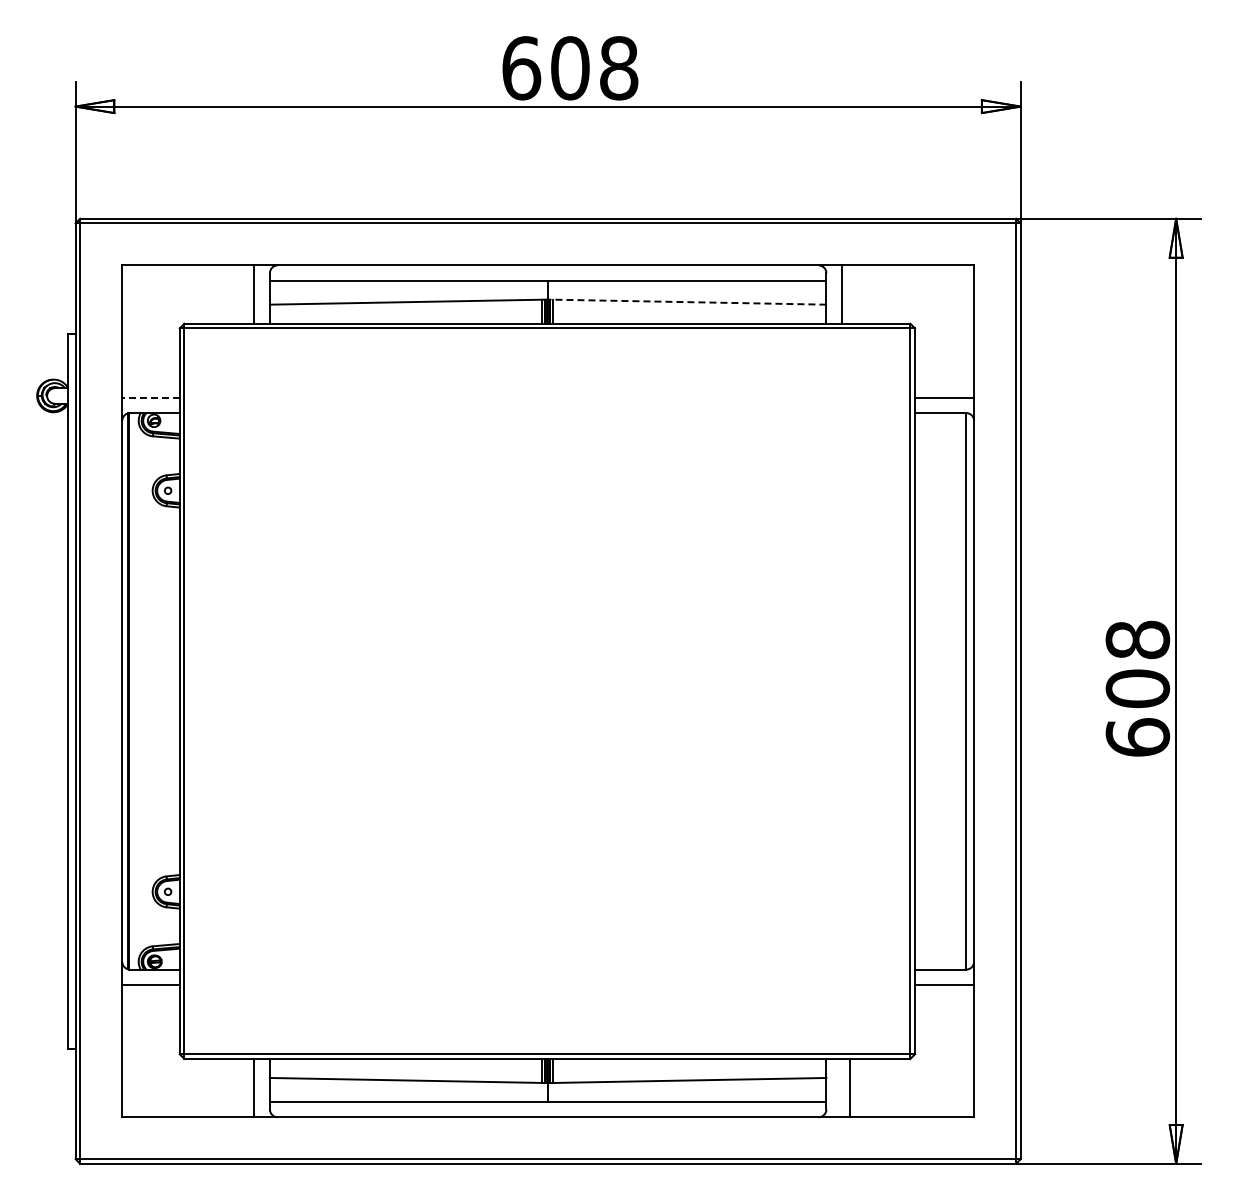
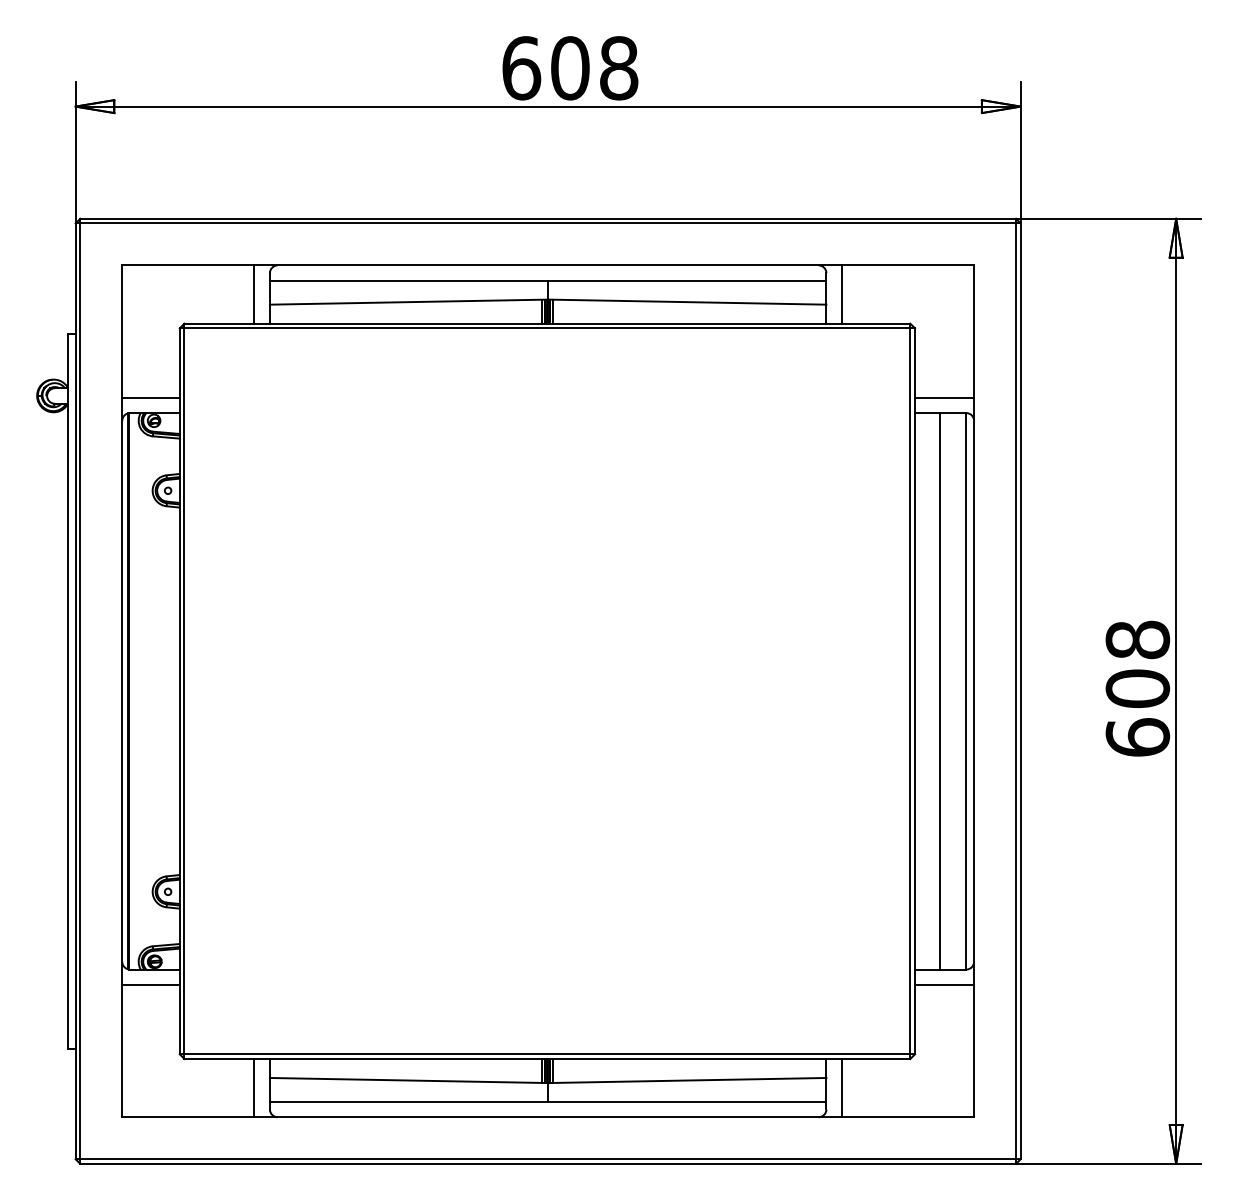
line at (686, 302): dashed -> solid
line at (151, 397): dashed -> solid
line at (939, 691): none -> present
line at (849, 1087) position: (849, 1087) -> (841, 1087)
